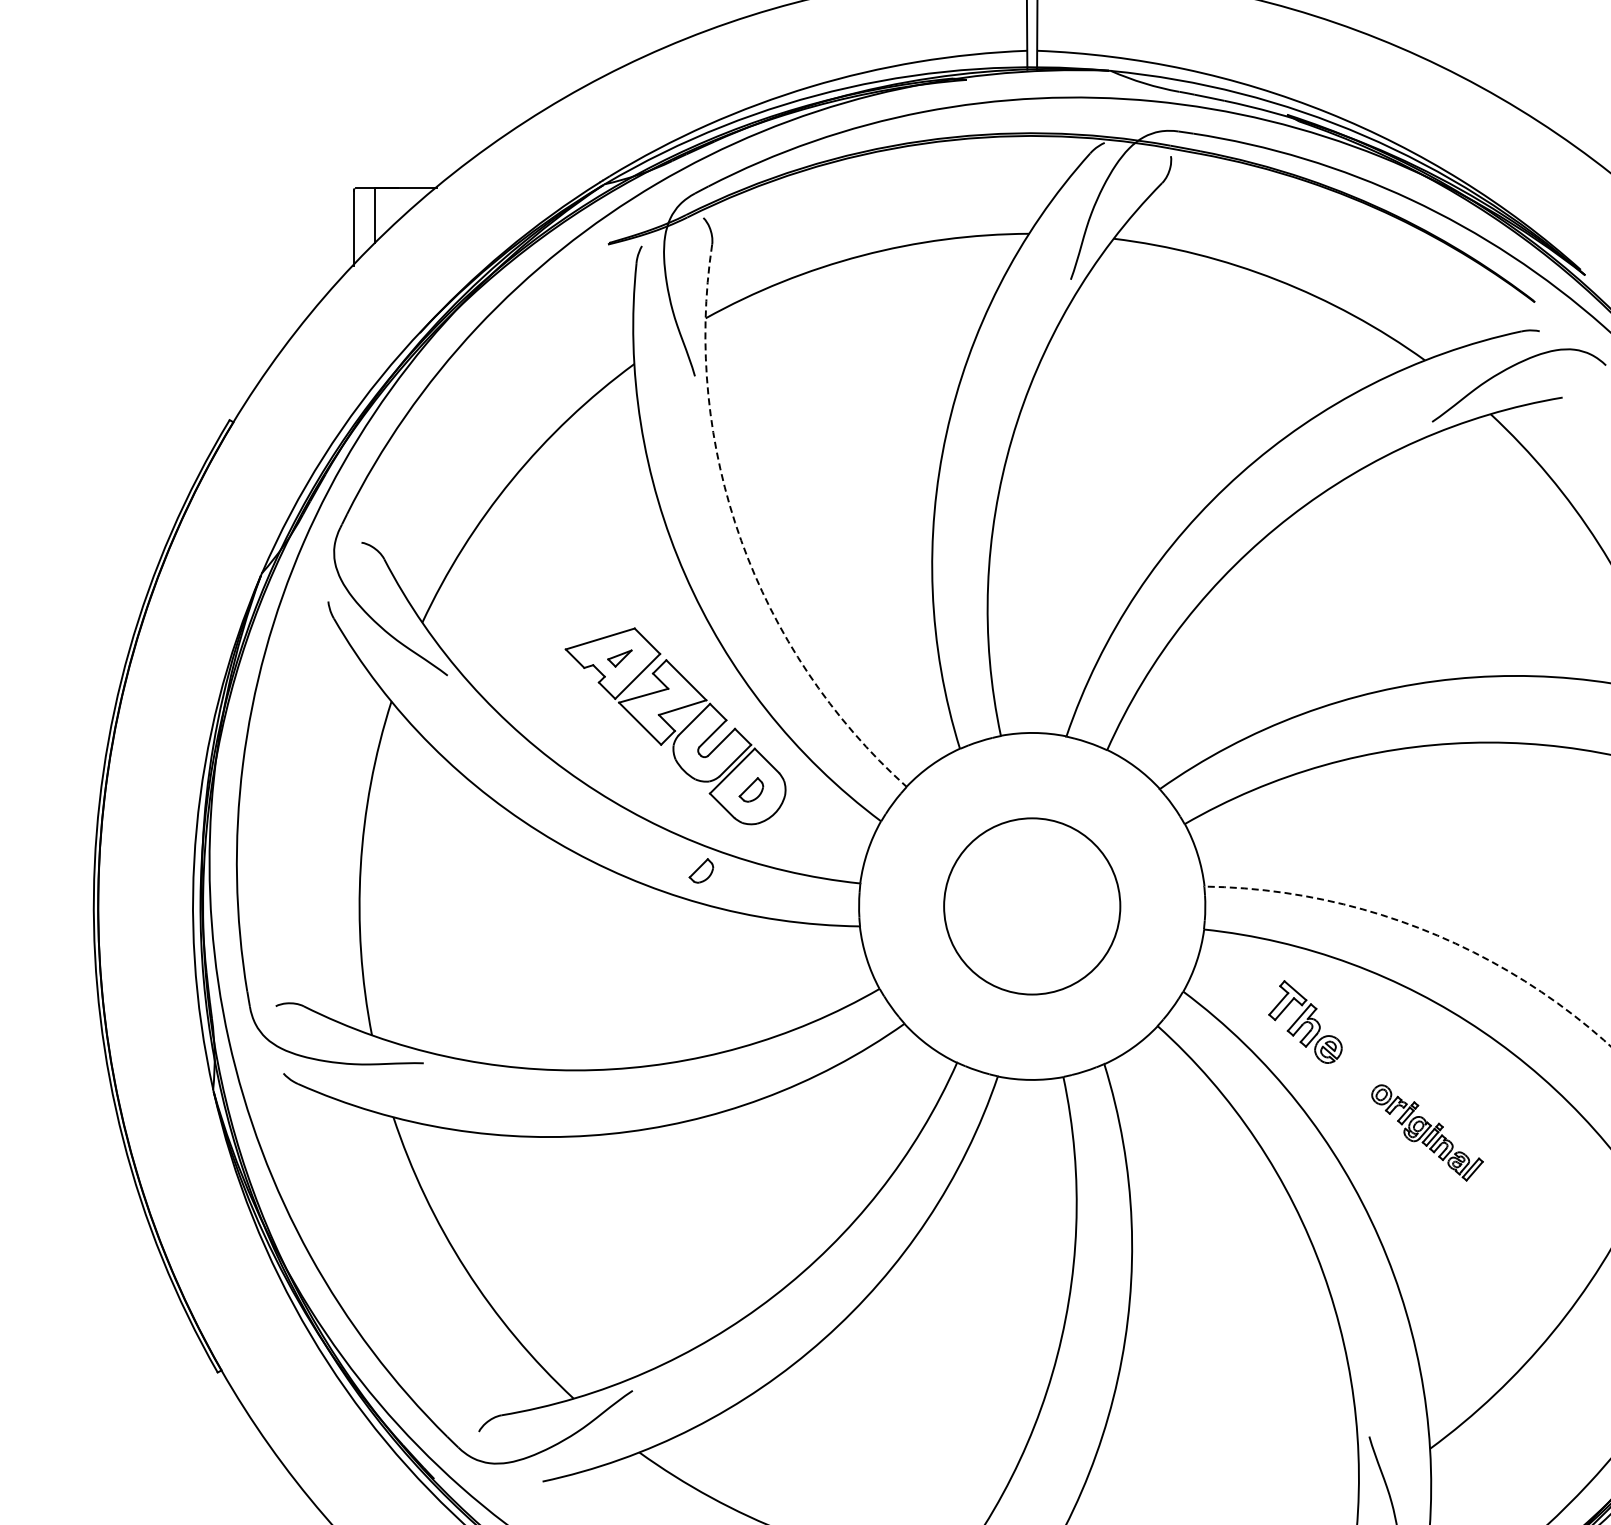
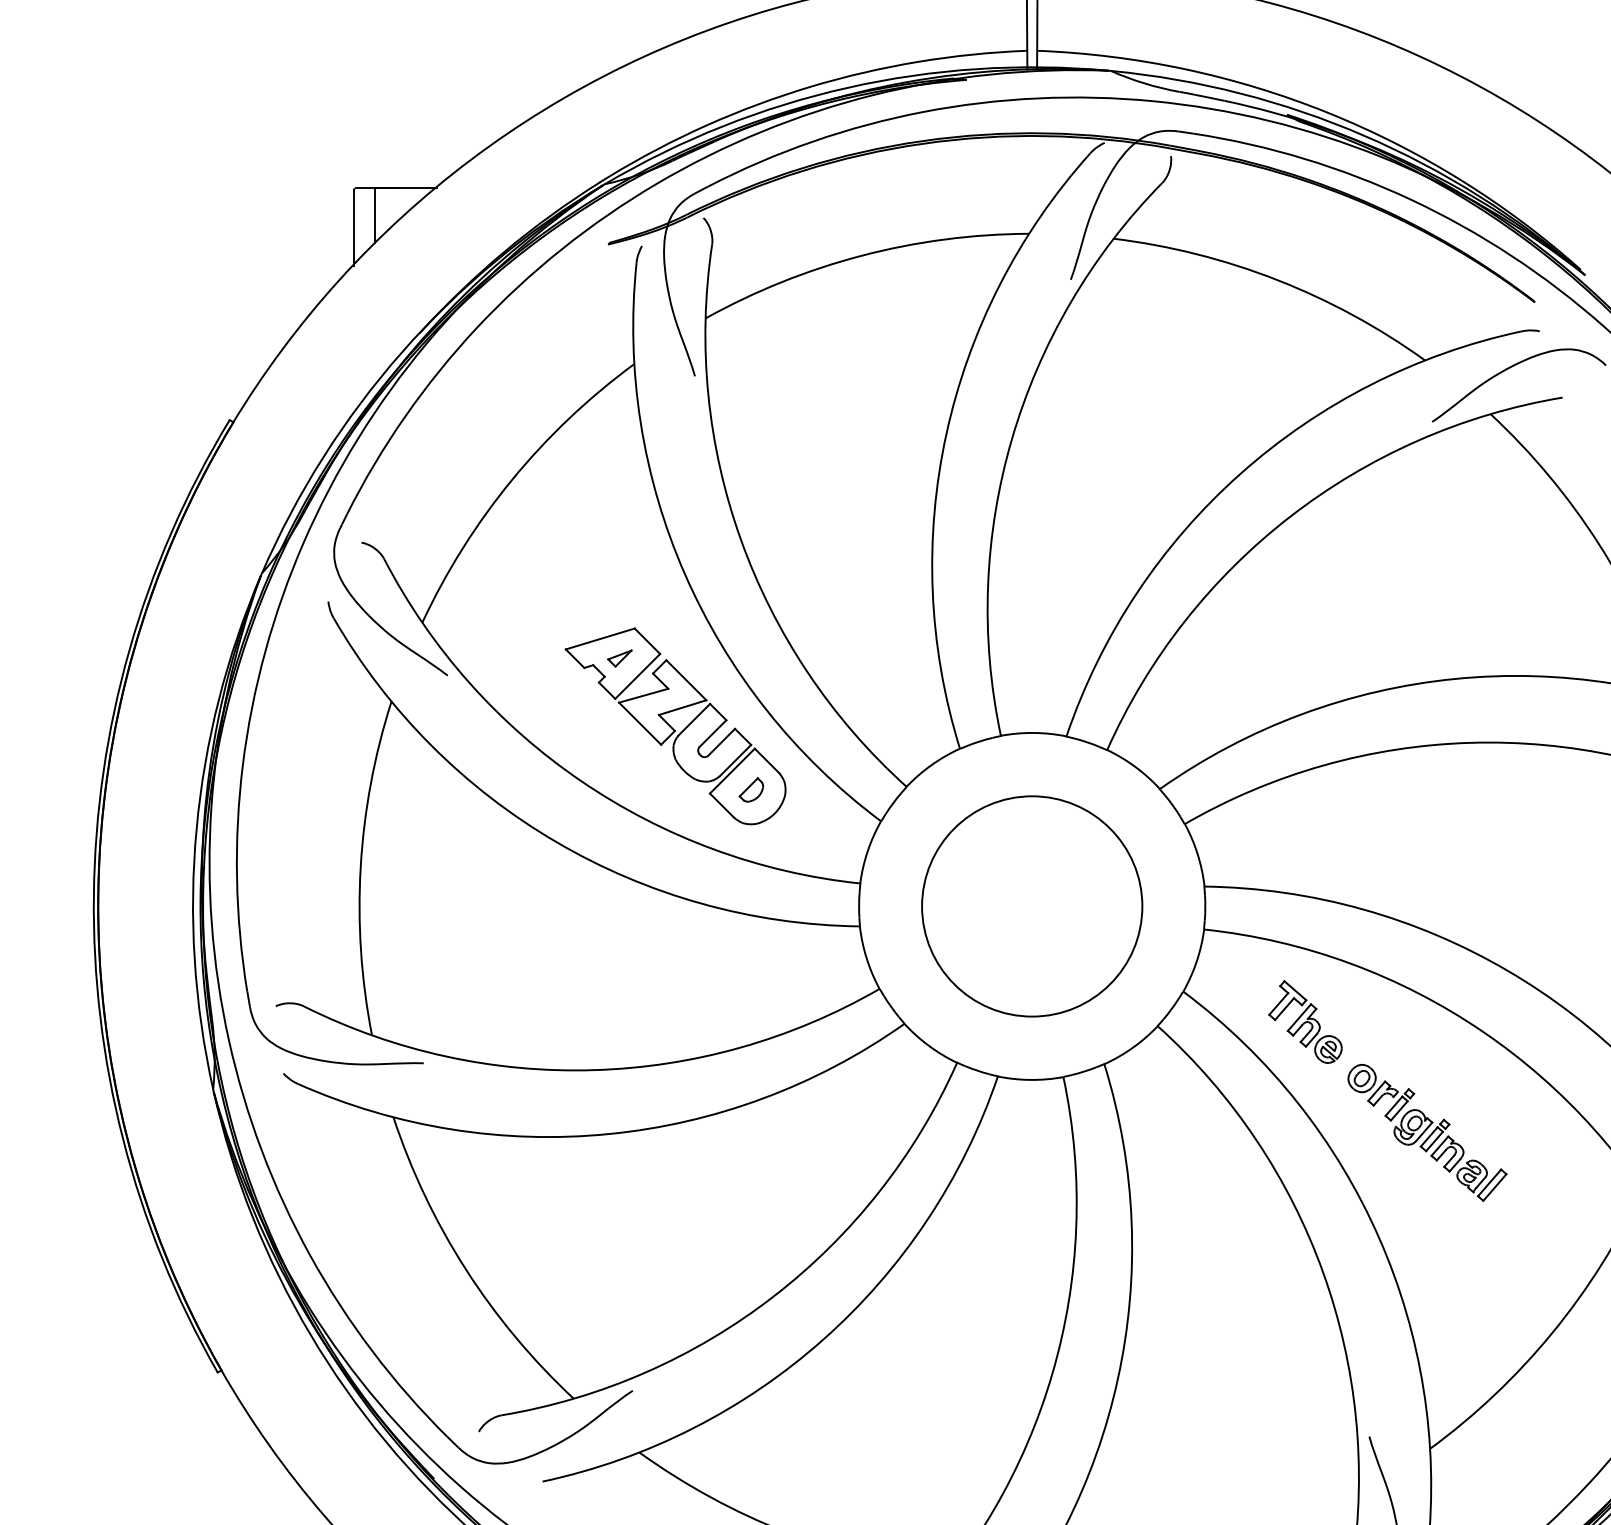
arc at (741, 540): dashed -> solid
part at (701, 870): present -> none
circle at (1032, 906) diameter: 176 px -> 220 px
arc at (1421, 928): dashed -> solid
part at (1427, 1132) size: 113x98 px -> 161x138 px
